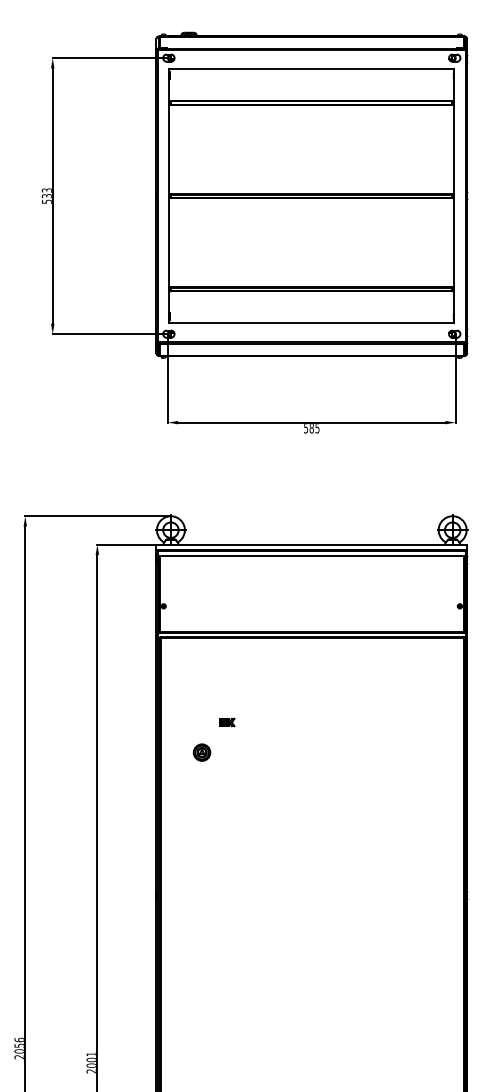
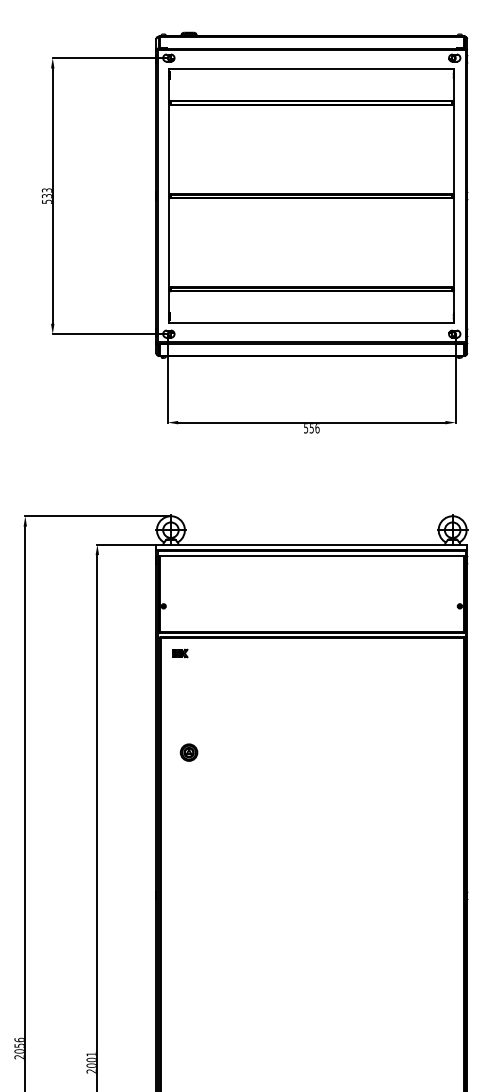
text at (314, 428): 585 -> 556
part at (227, 722) position: (227, 722) -> (180, 653)
part at (201, 752) position: (201, 752) -> (188, 752)
